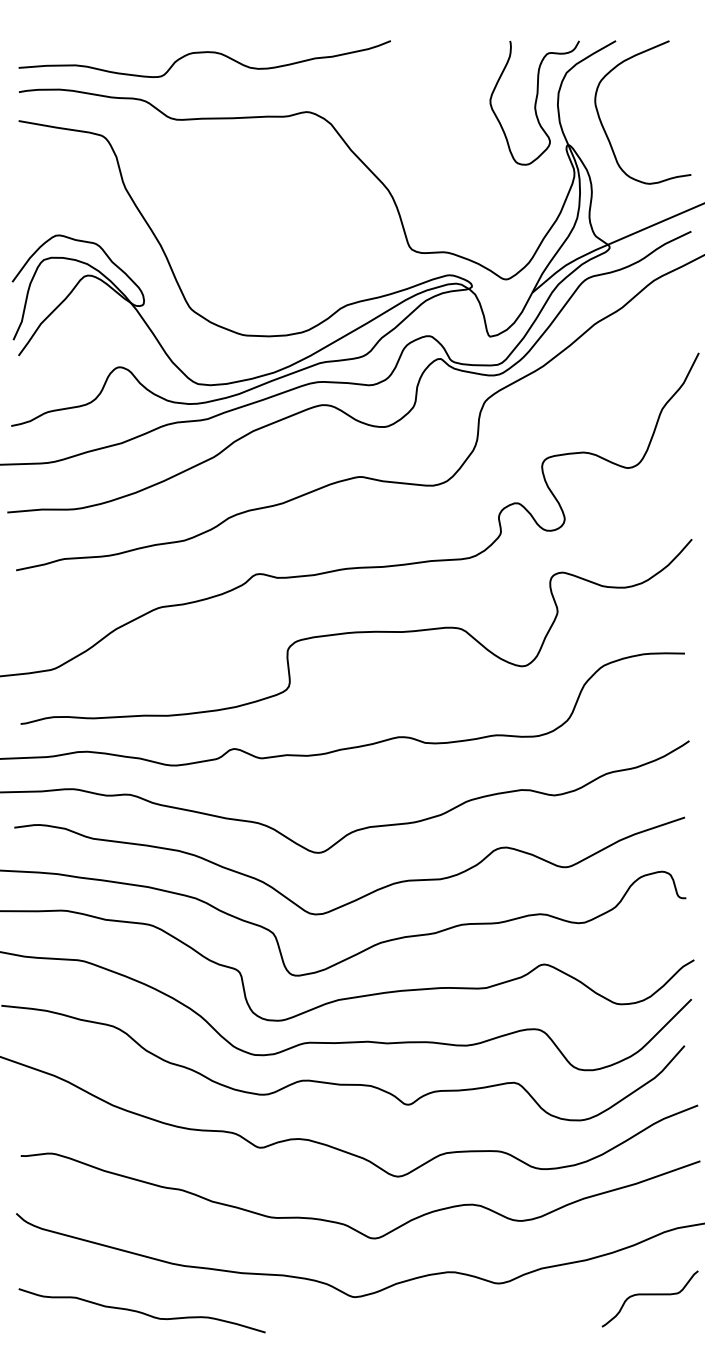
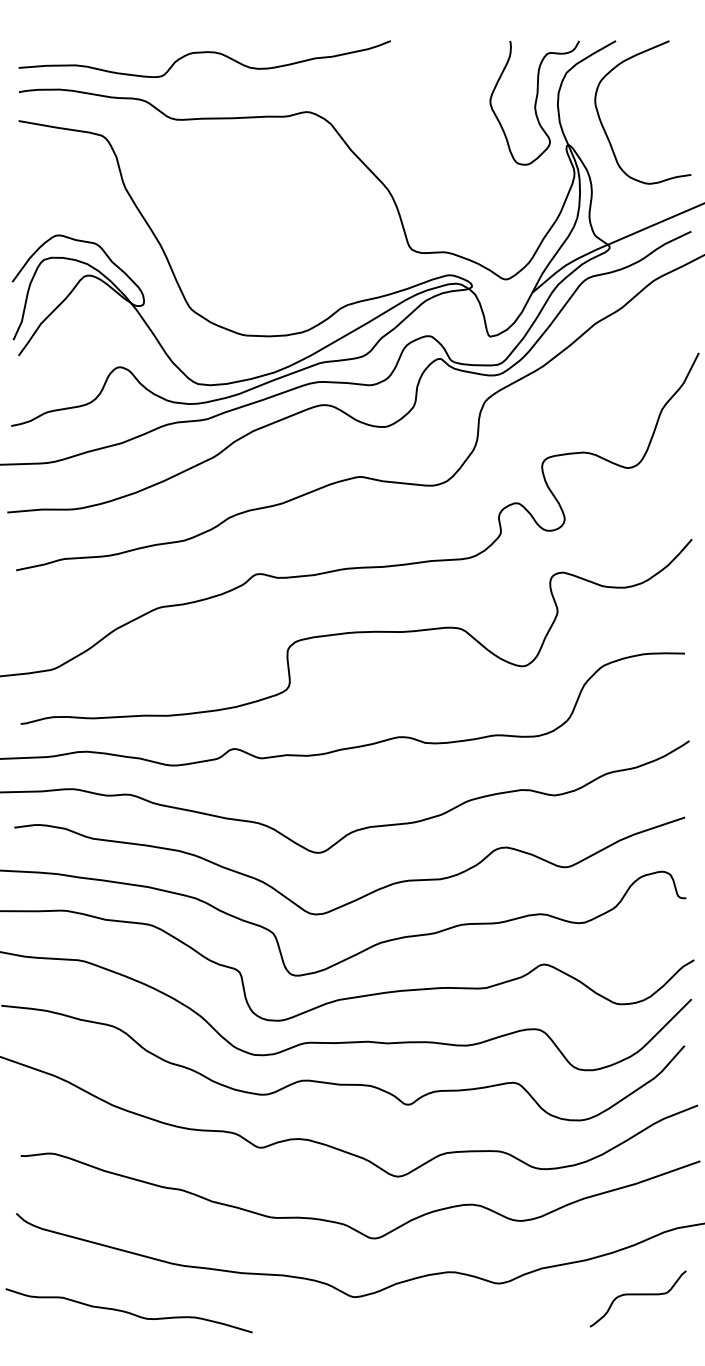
curve at (649, 1295) position: (649, 1295) -> (637, 1295)
curve at (141, 1311) position: (141, 1311) -> (128, 1311)
